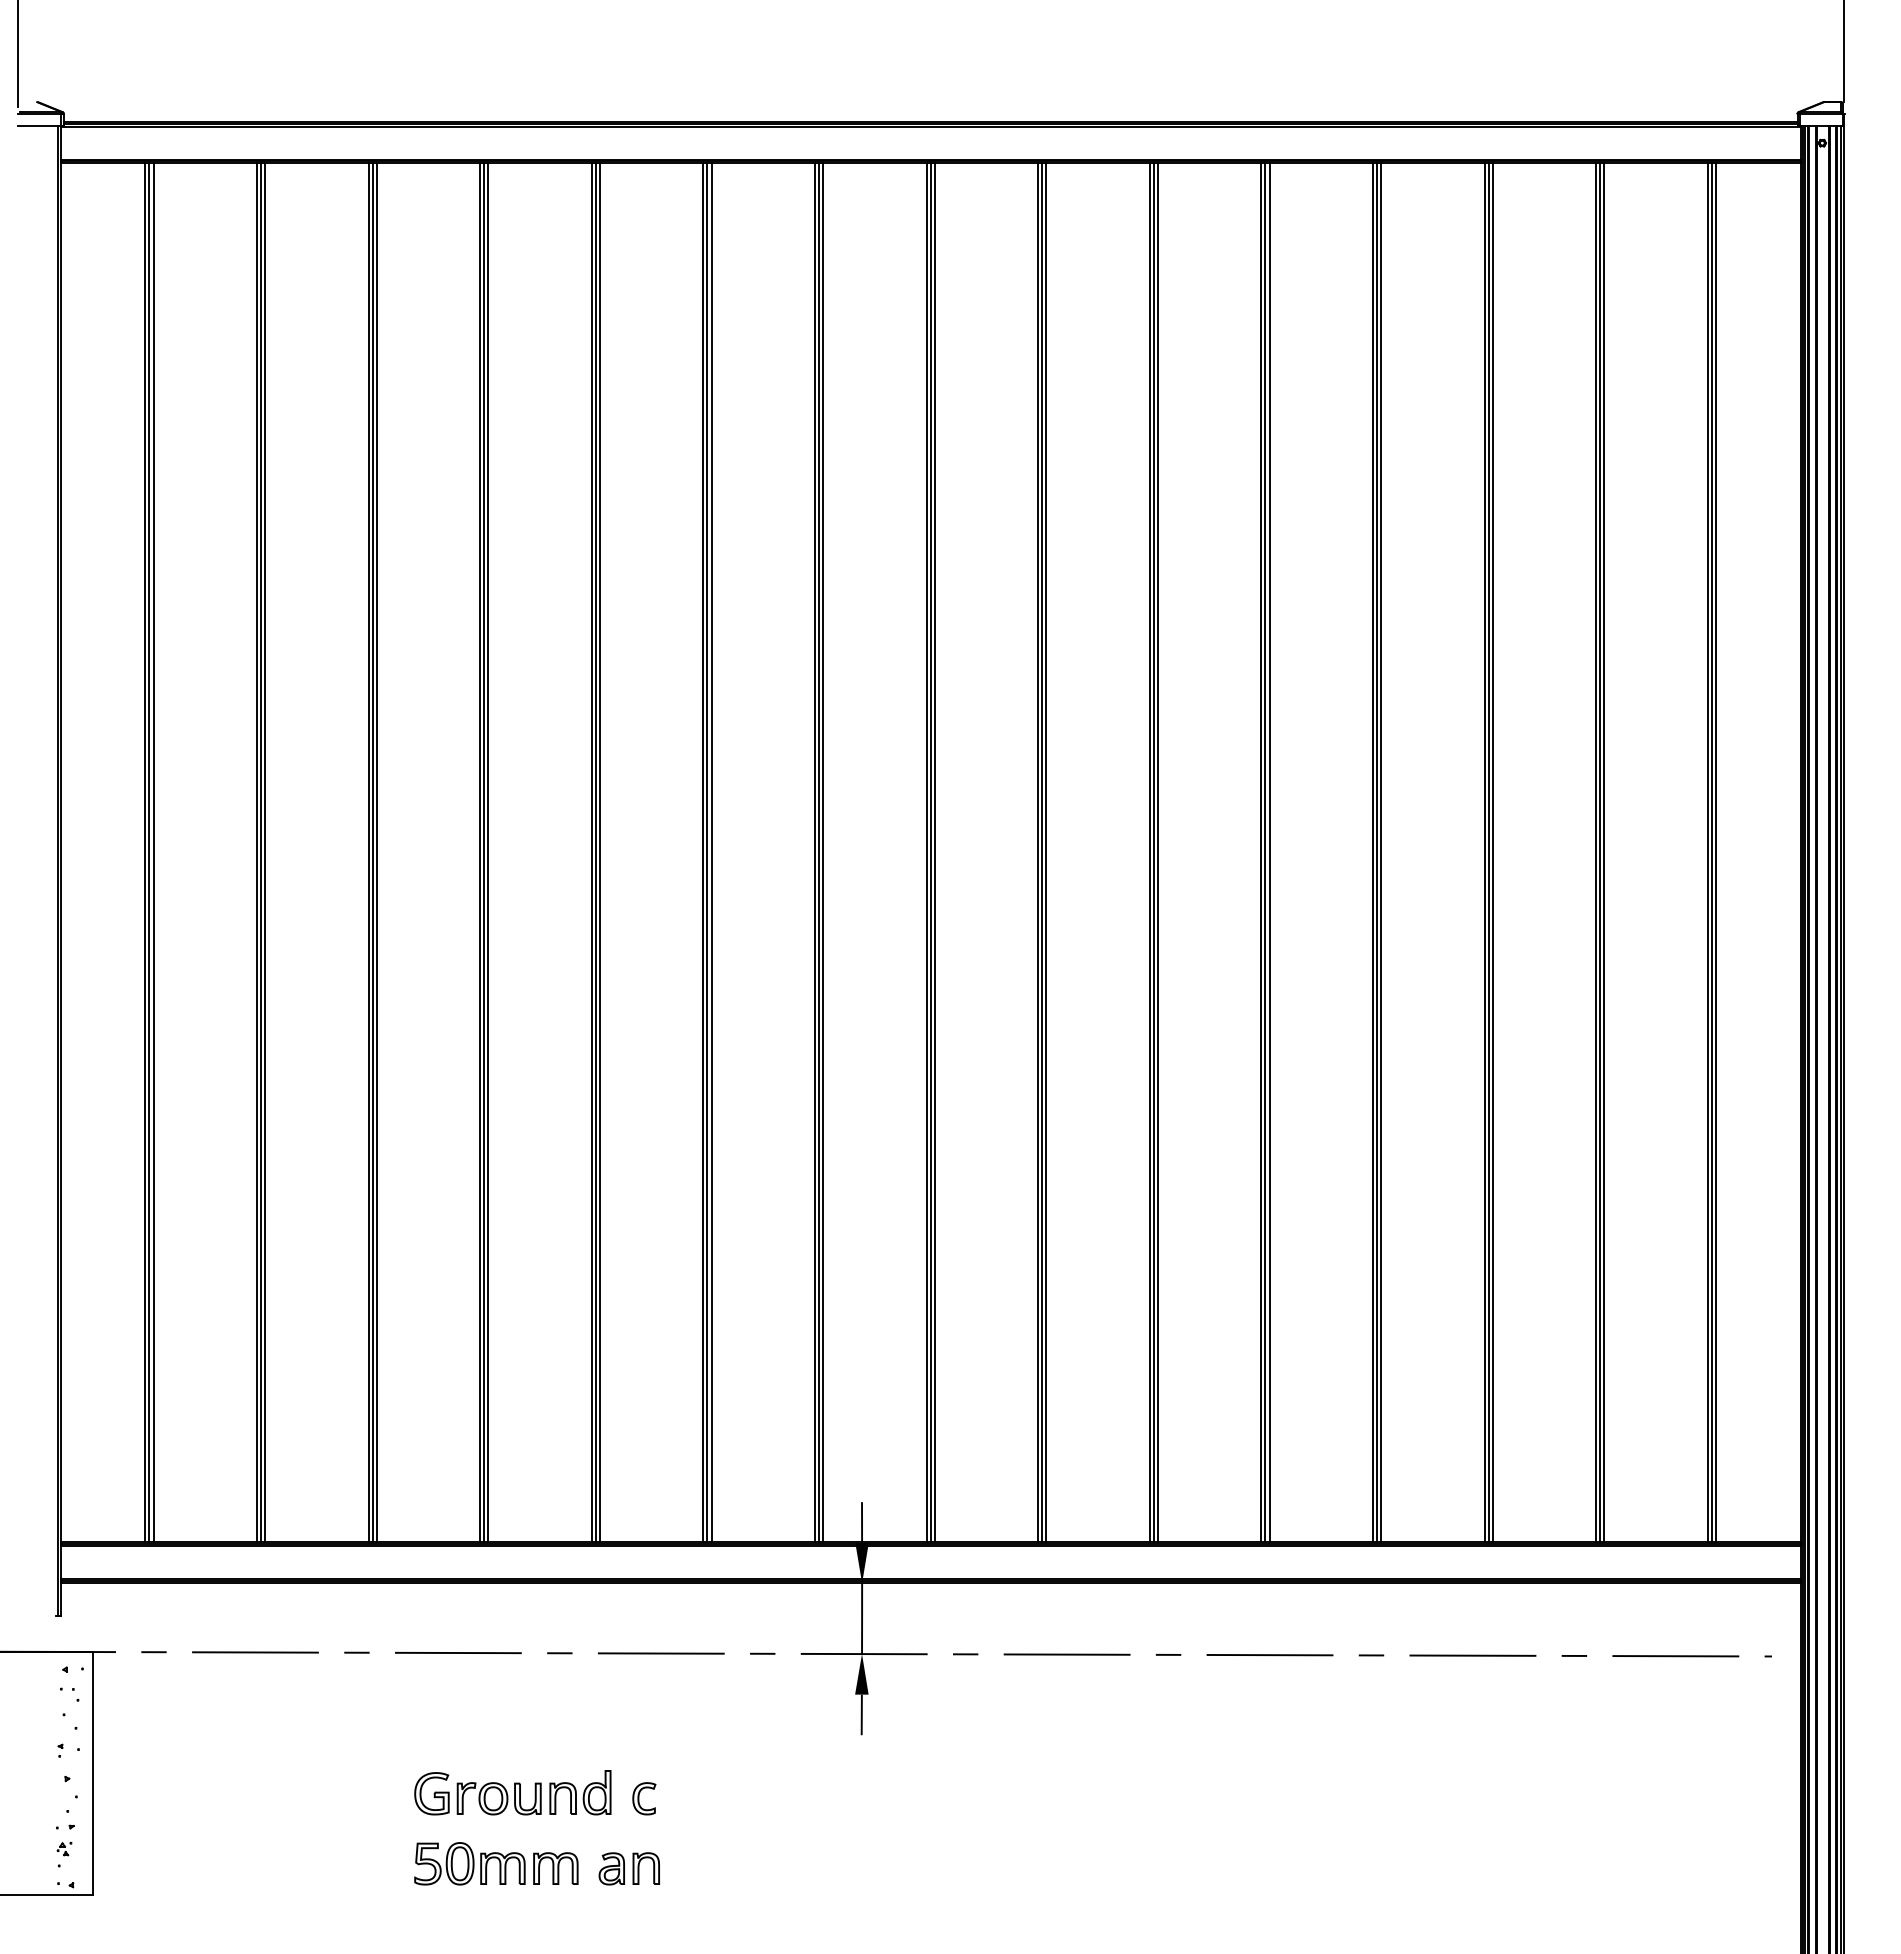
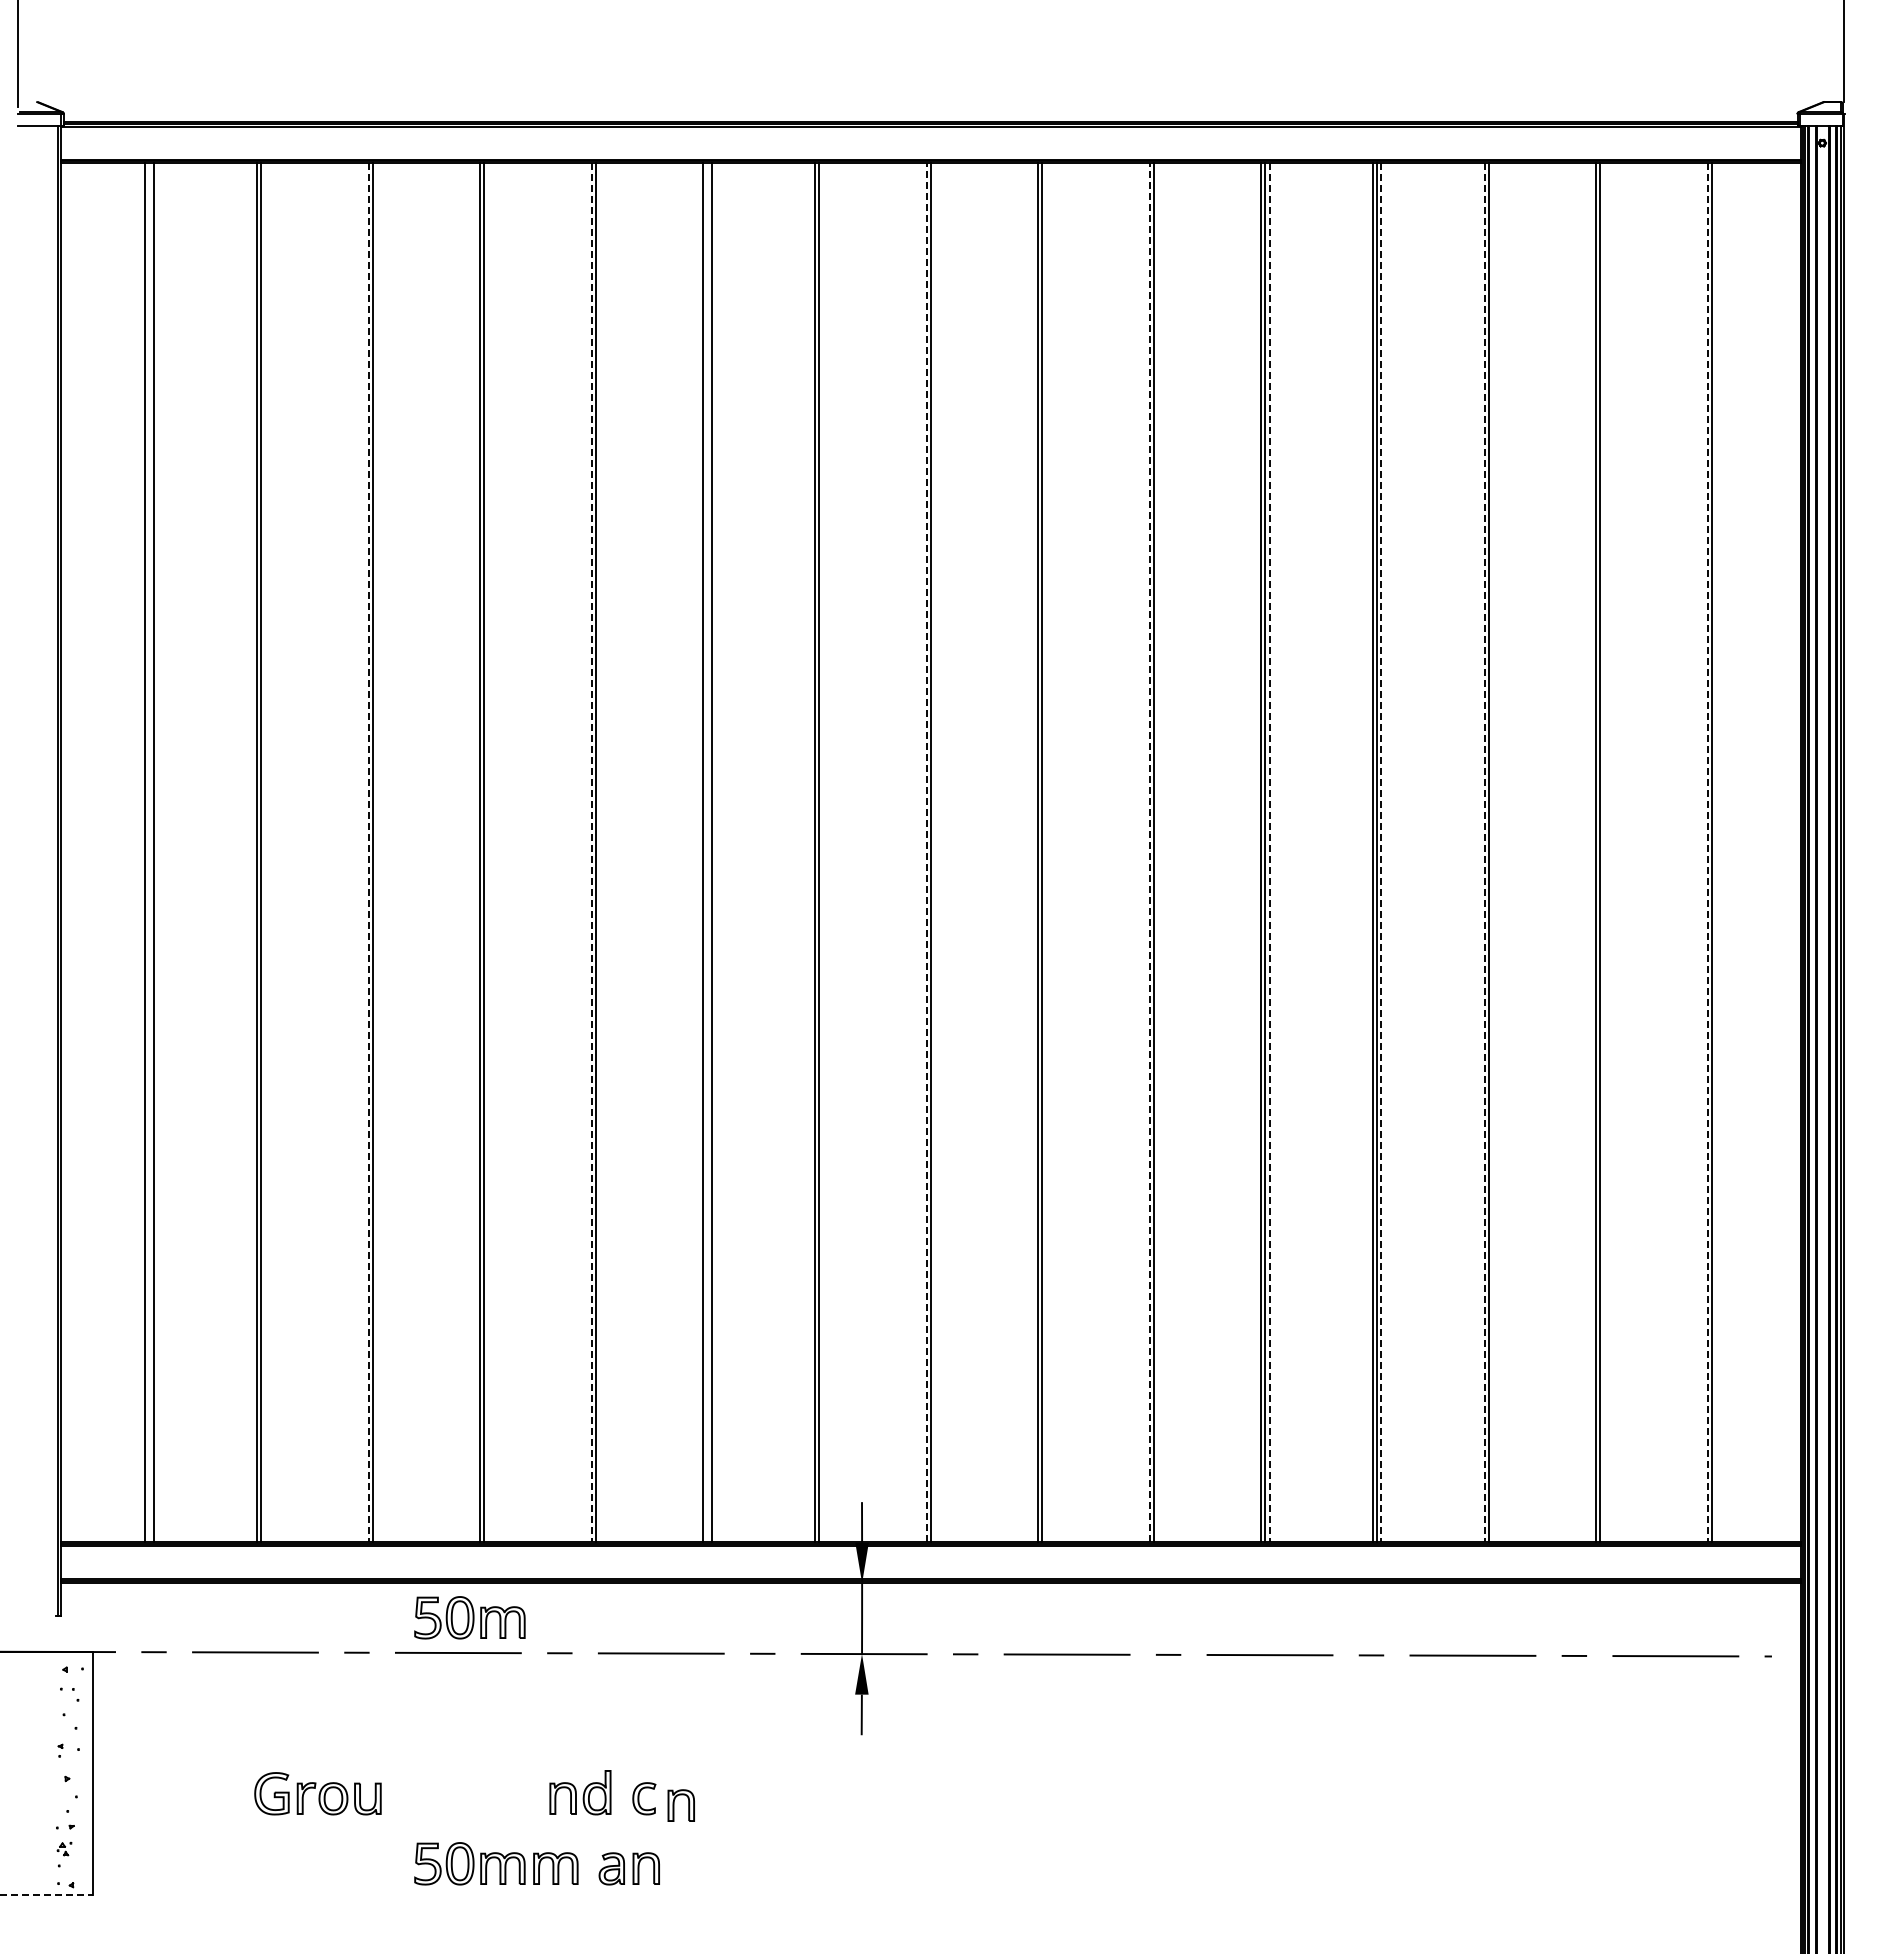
line at (149, 852): present -> none
line at (265, 852): present -> none
line at (368, 852): solid -> dashed
line at (376, 852): present -> none
line at (488, 852): present -> none
line at (591, 852): solid -> dashed
line at (599, 852): present -> none
line at (707, 852): present -> none
line at (823, 852): present -> none
line at (926, 852): solid -> dashed
line at (934, 852): present -> none
line at (1046, 852): present -> none
line at (1149, 852): solid -> dashed
line at (1157, 852): present -> none
line at (1269, 852): solid -> dashed
line at (1381, 852): solid -> dashed
line at (1484, 852): solid -> dashed
line at (1492, 852): present -> none
line at (1604, 852): present -> none
line at (1707, 852): solid -> dashed
line at (1715, 852): present -> none
part at (469, 1617): none -> present
part at (477, 1793) position: (477, 1793) -> (317, 1793)
part at (680, 1805): none -> present
line at (46, 1895): solid -> dashed
